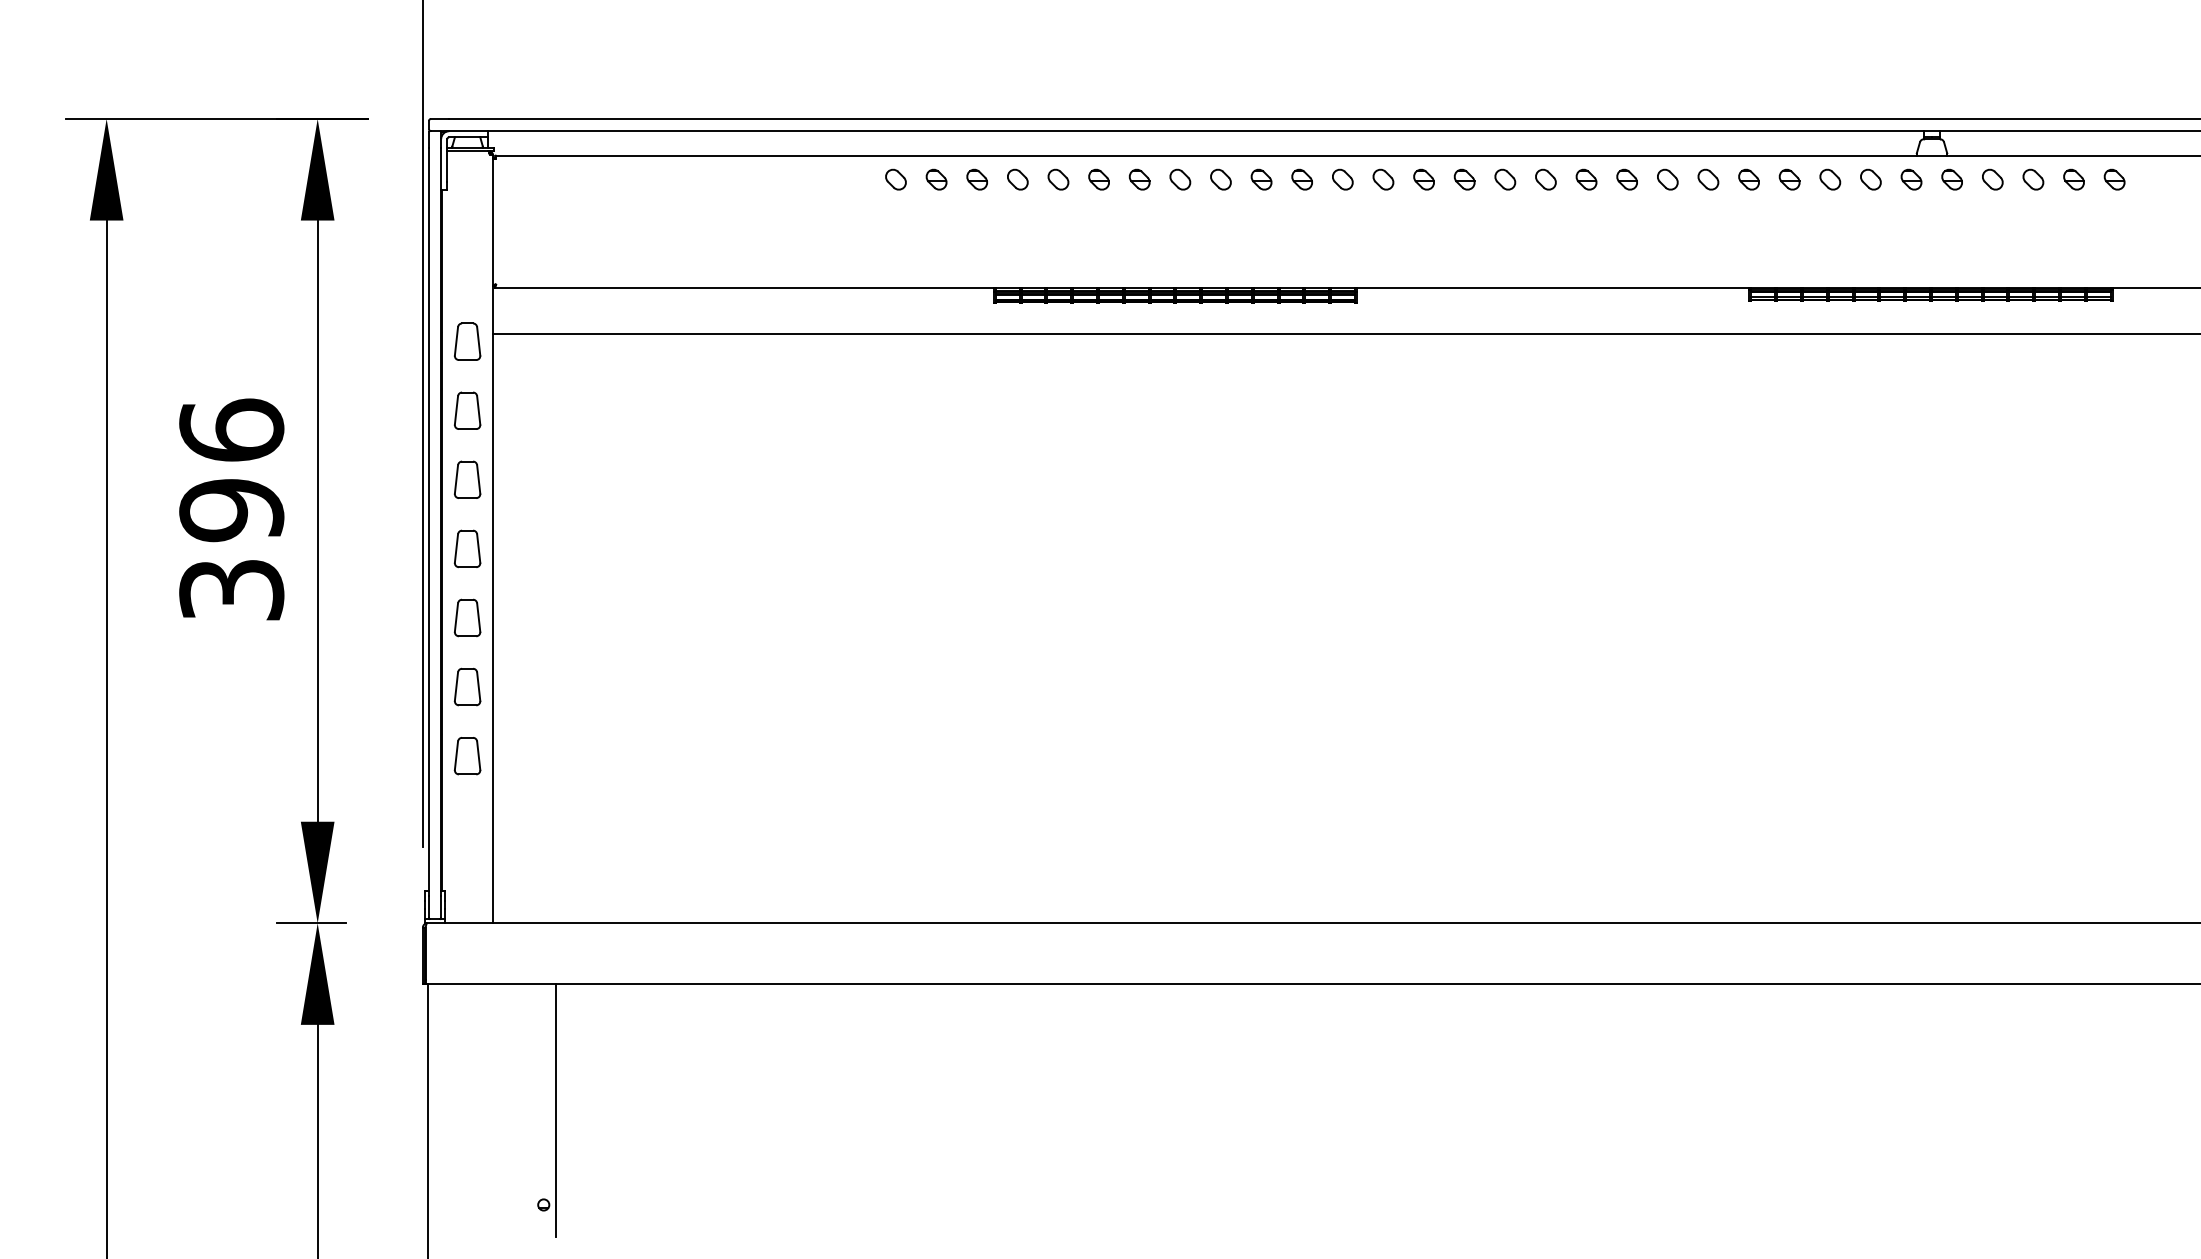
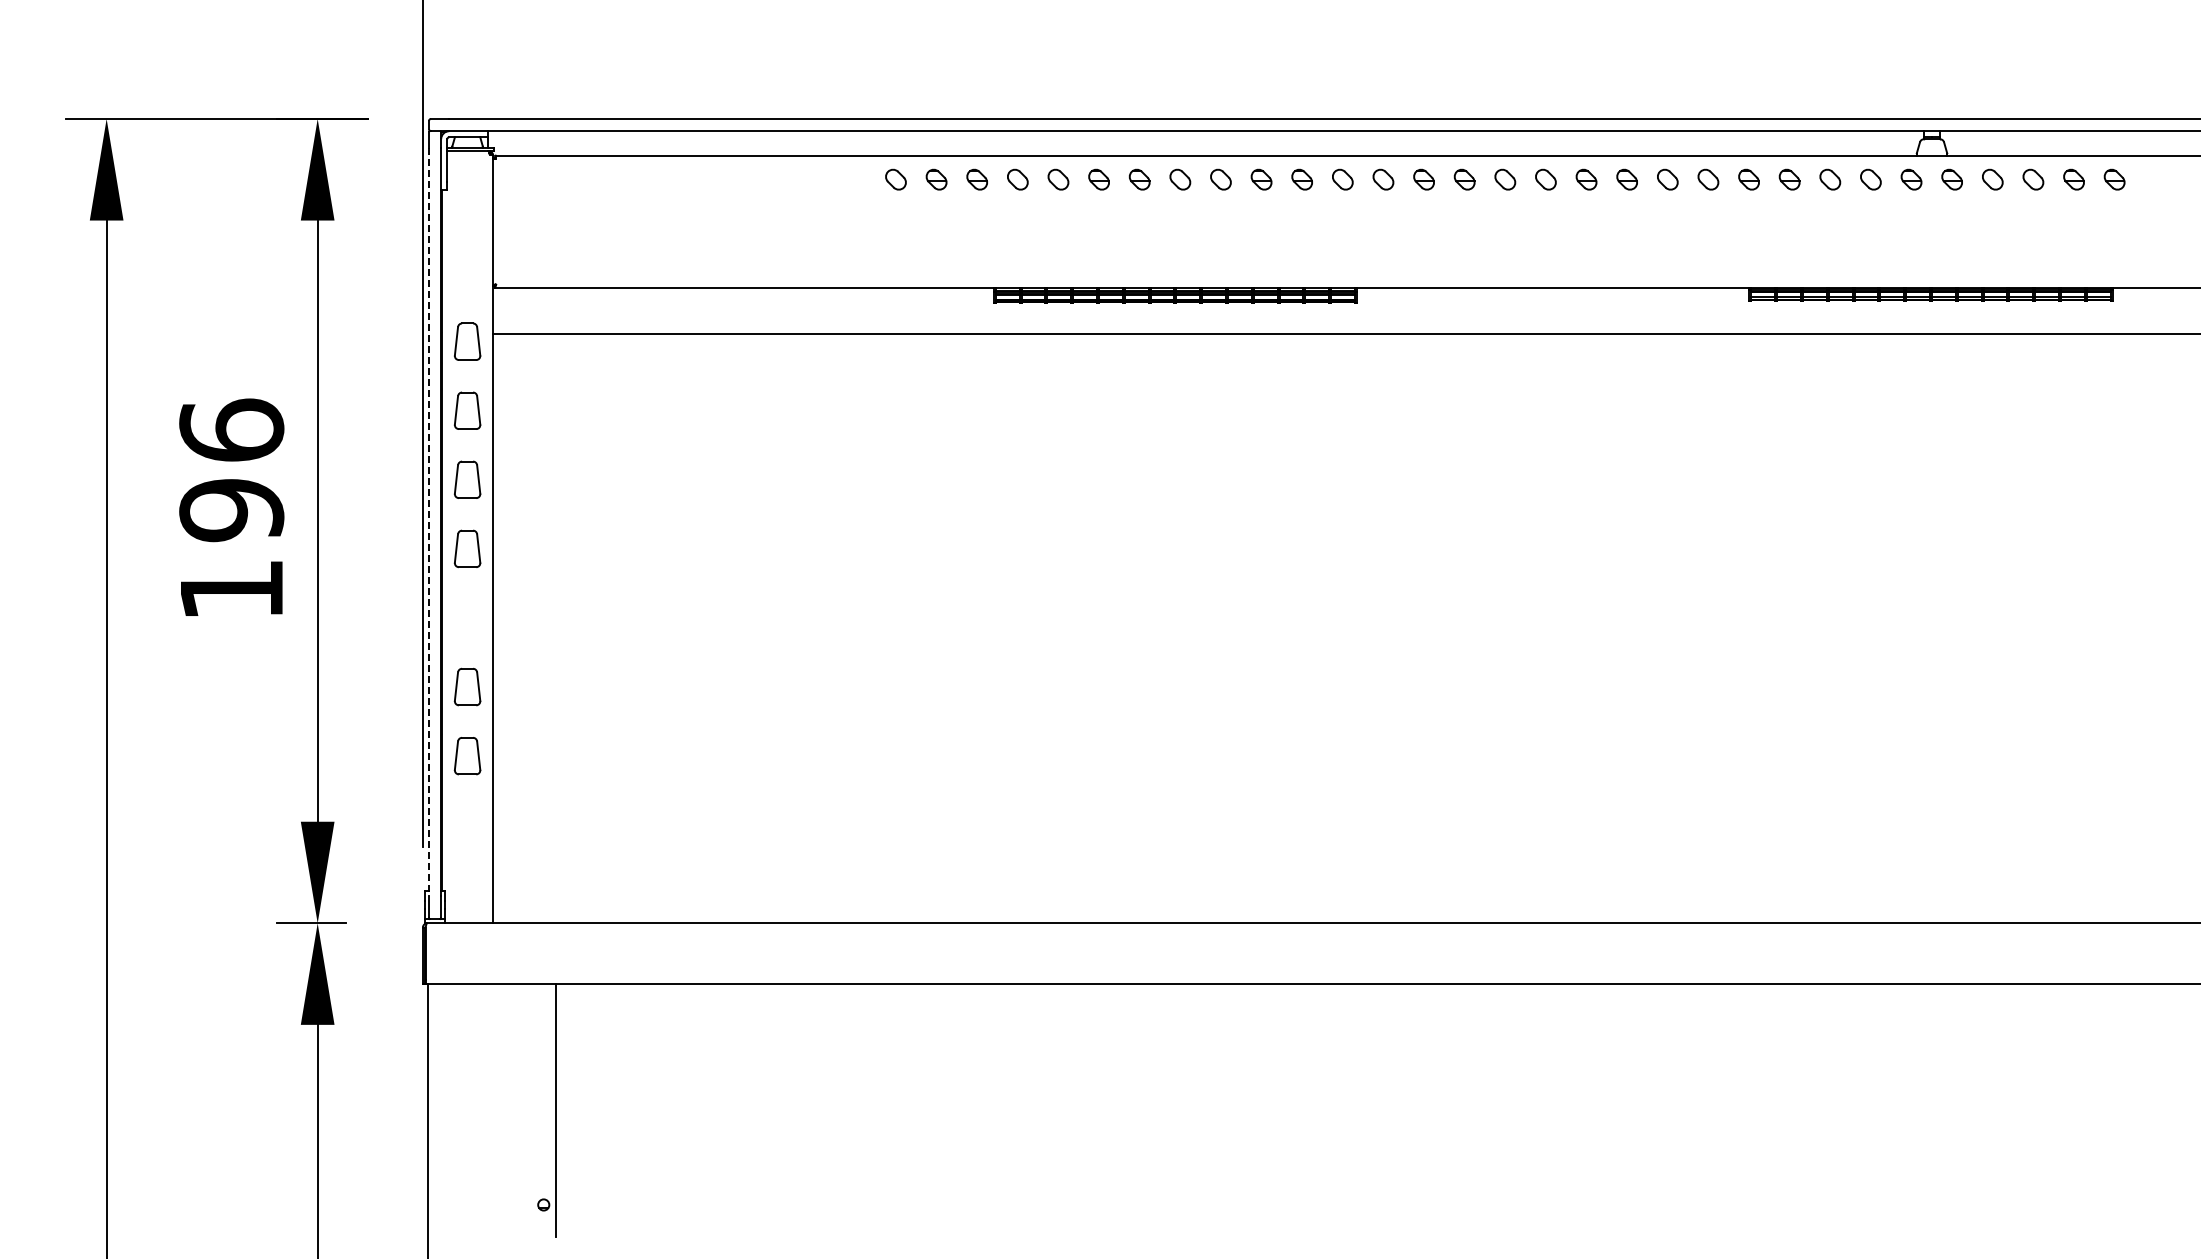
line at (429, 521): solid -> dashed
text at (231, 590): 396 -> 196
part at (467, 617): present -> none
